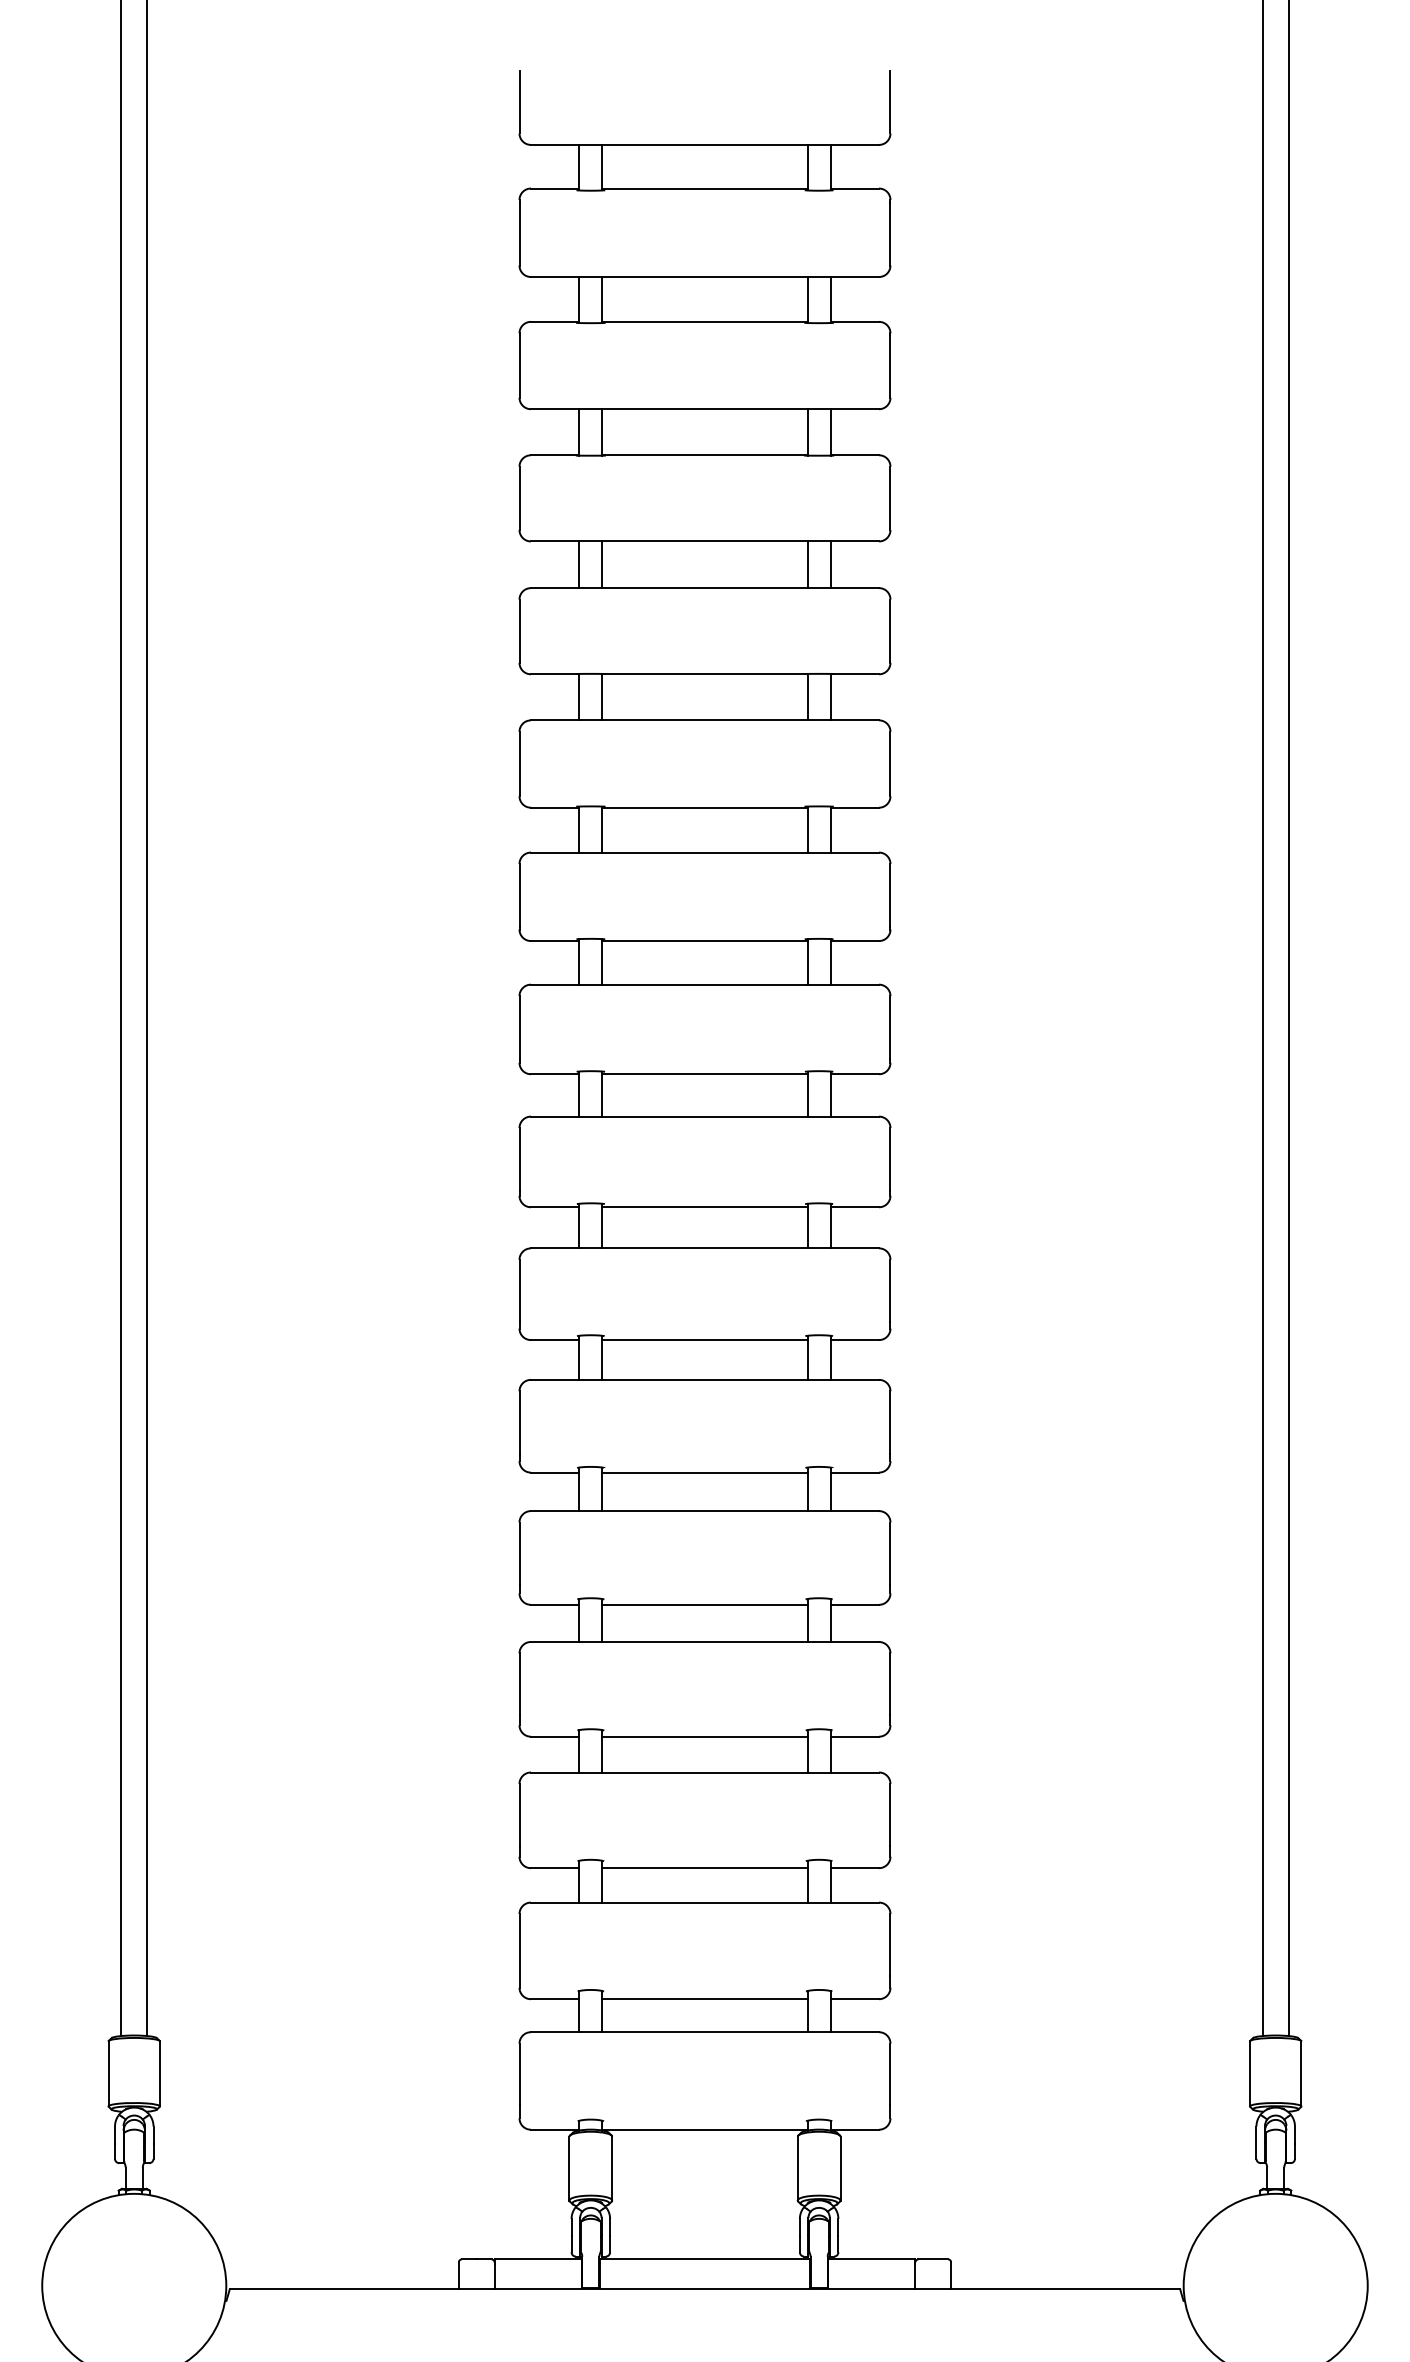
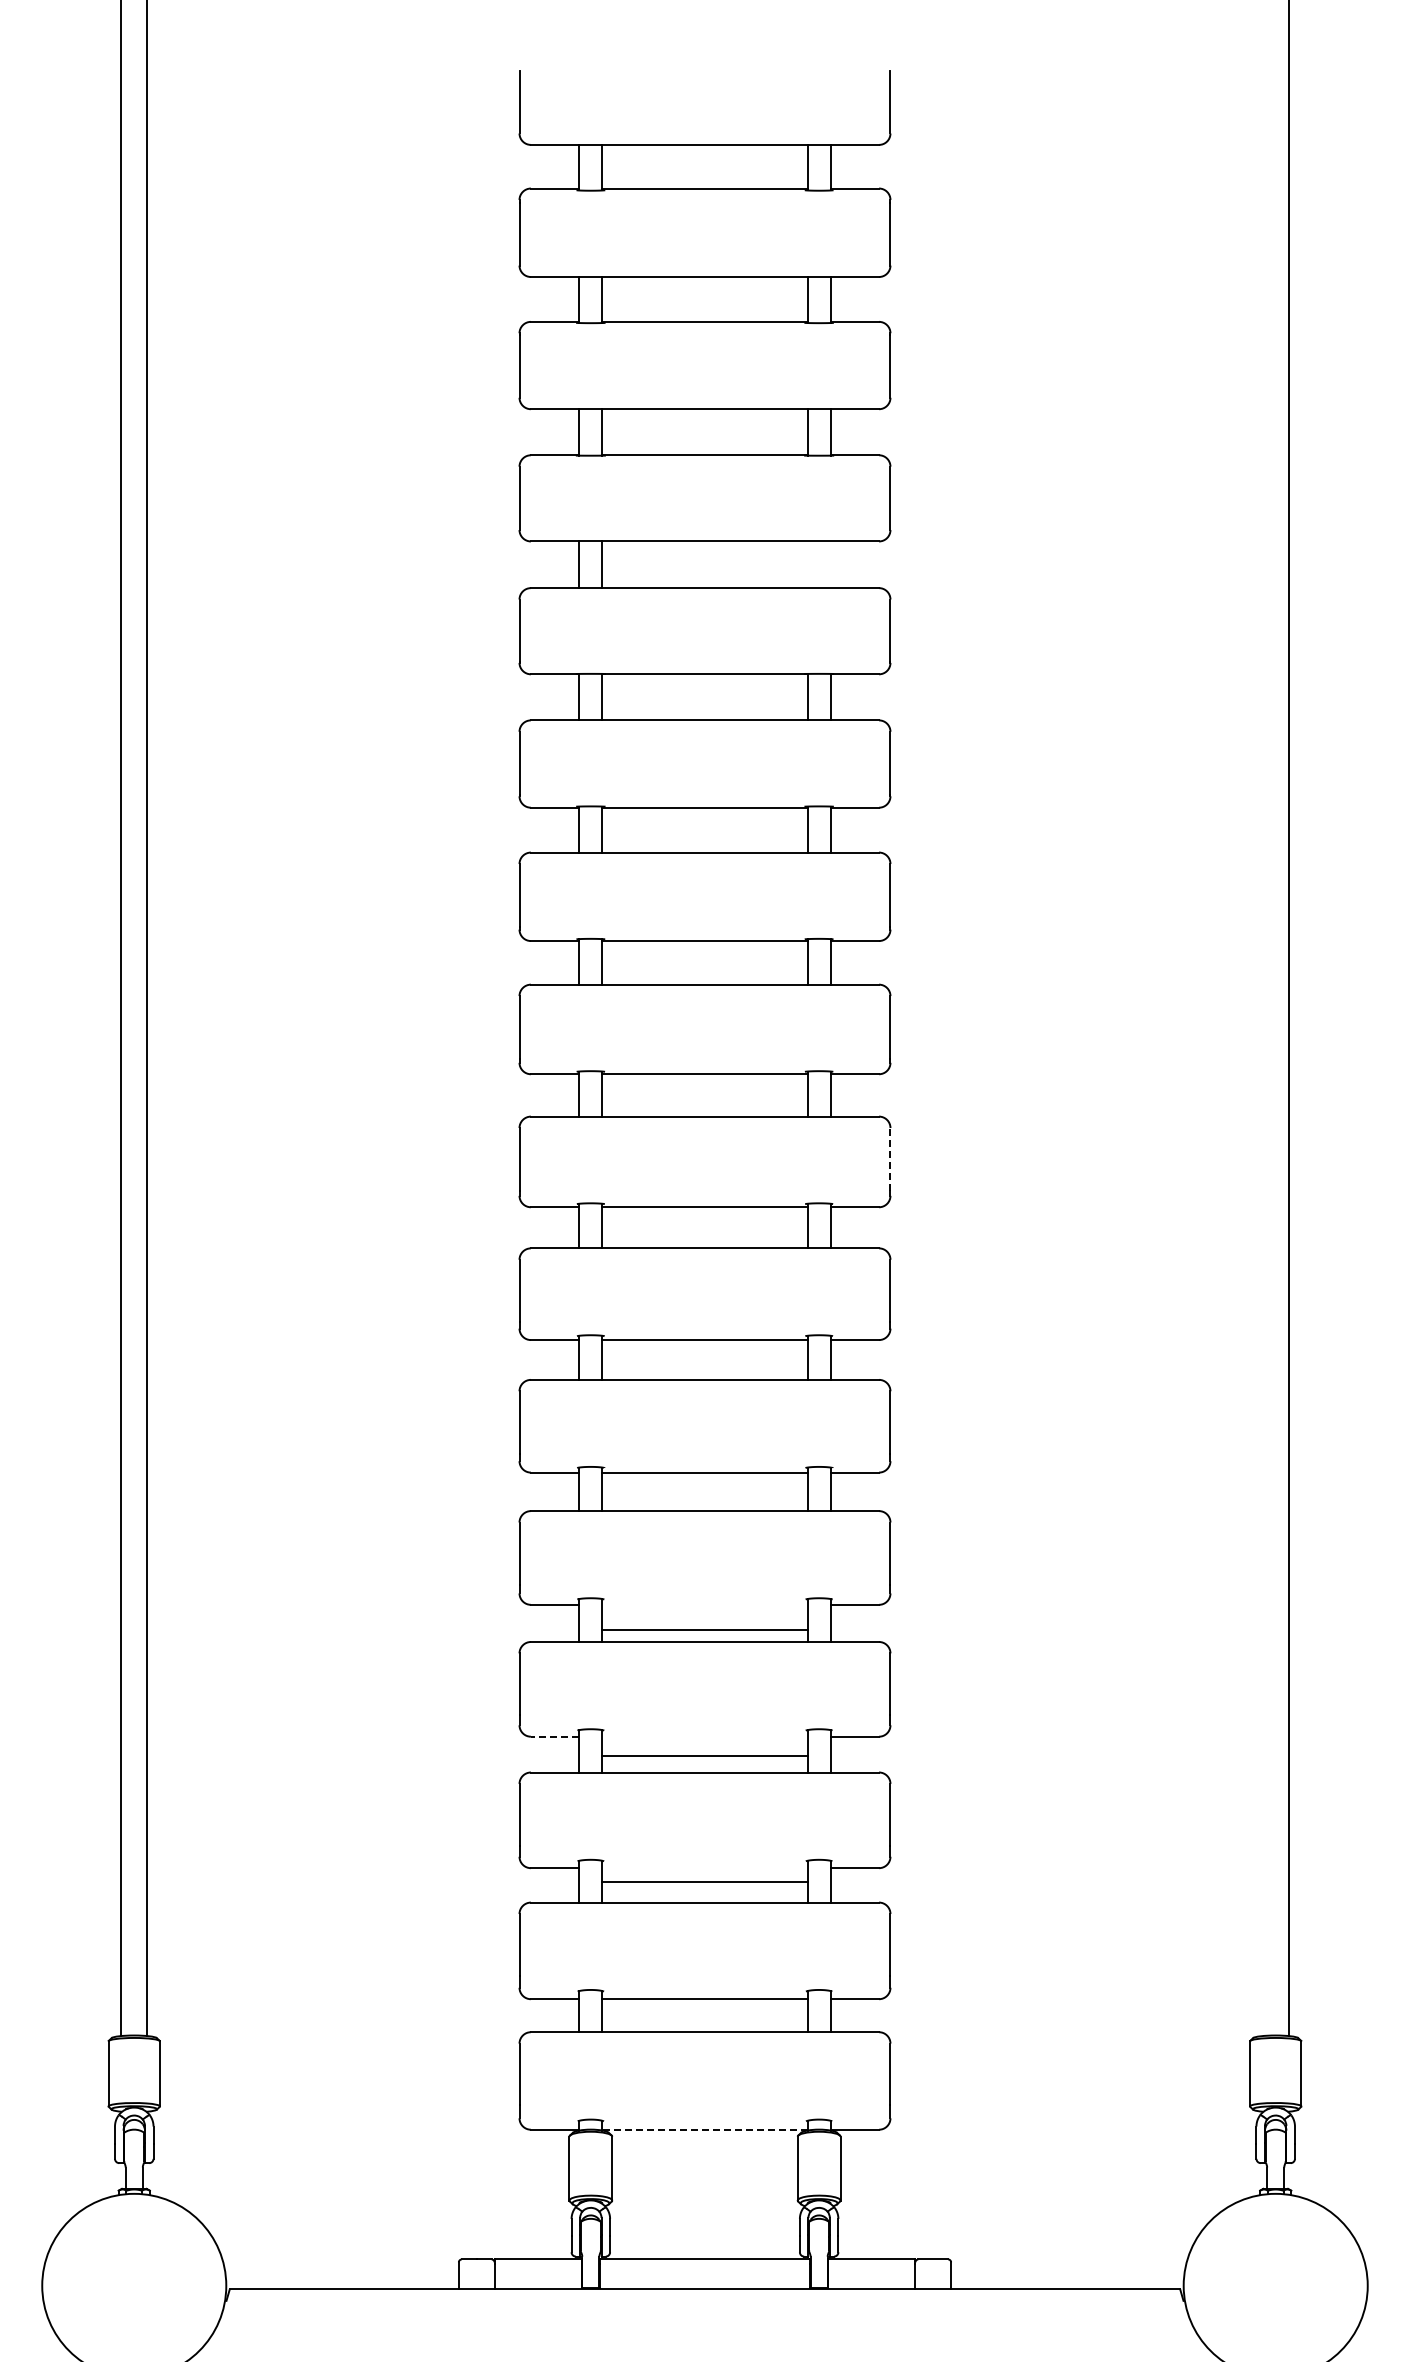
line at (807, 564): present -> none
line at (830, 564): present -> none
line at (1262, 1019): present -> none
line at (890, 1158): solid -> dashed
line at (704, 1604) position: (704, 1604) -> (704, 1629)
line at (554, 1736): solid -> dashed
line at (704, 1736) position: (704, 1736) -> (704, 1755)
line at (704, 1868) position: (704, 1868) -> (704, 1882)
line at (704, 2129): solid -> dashed
